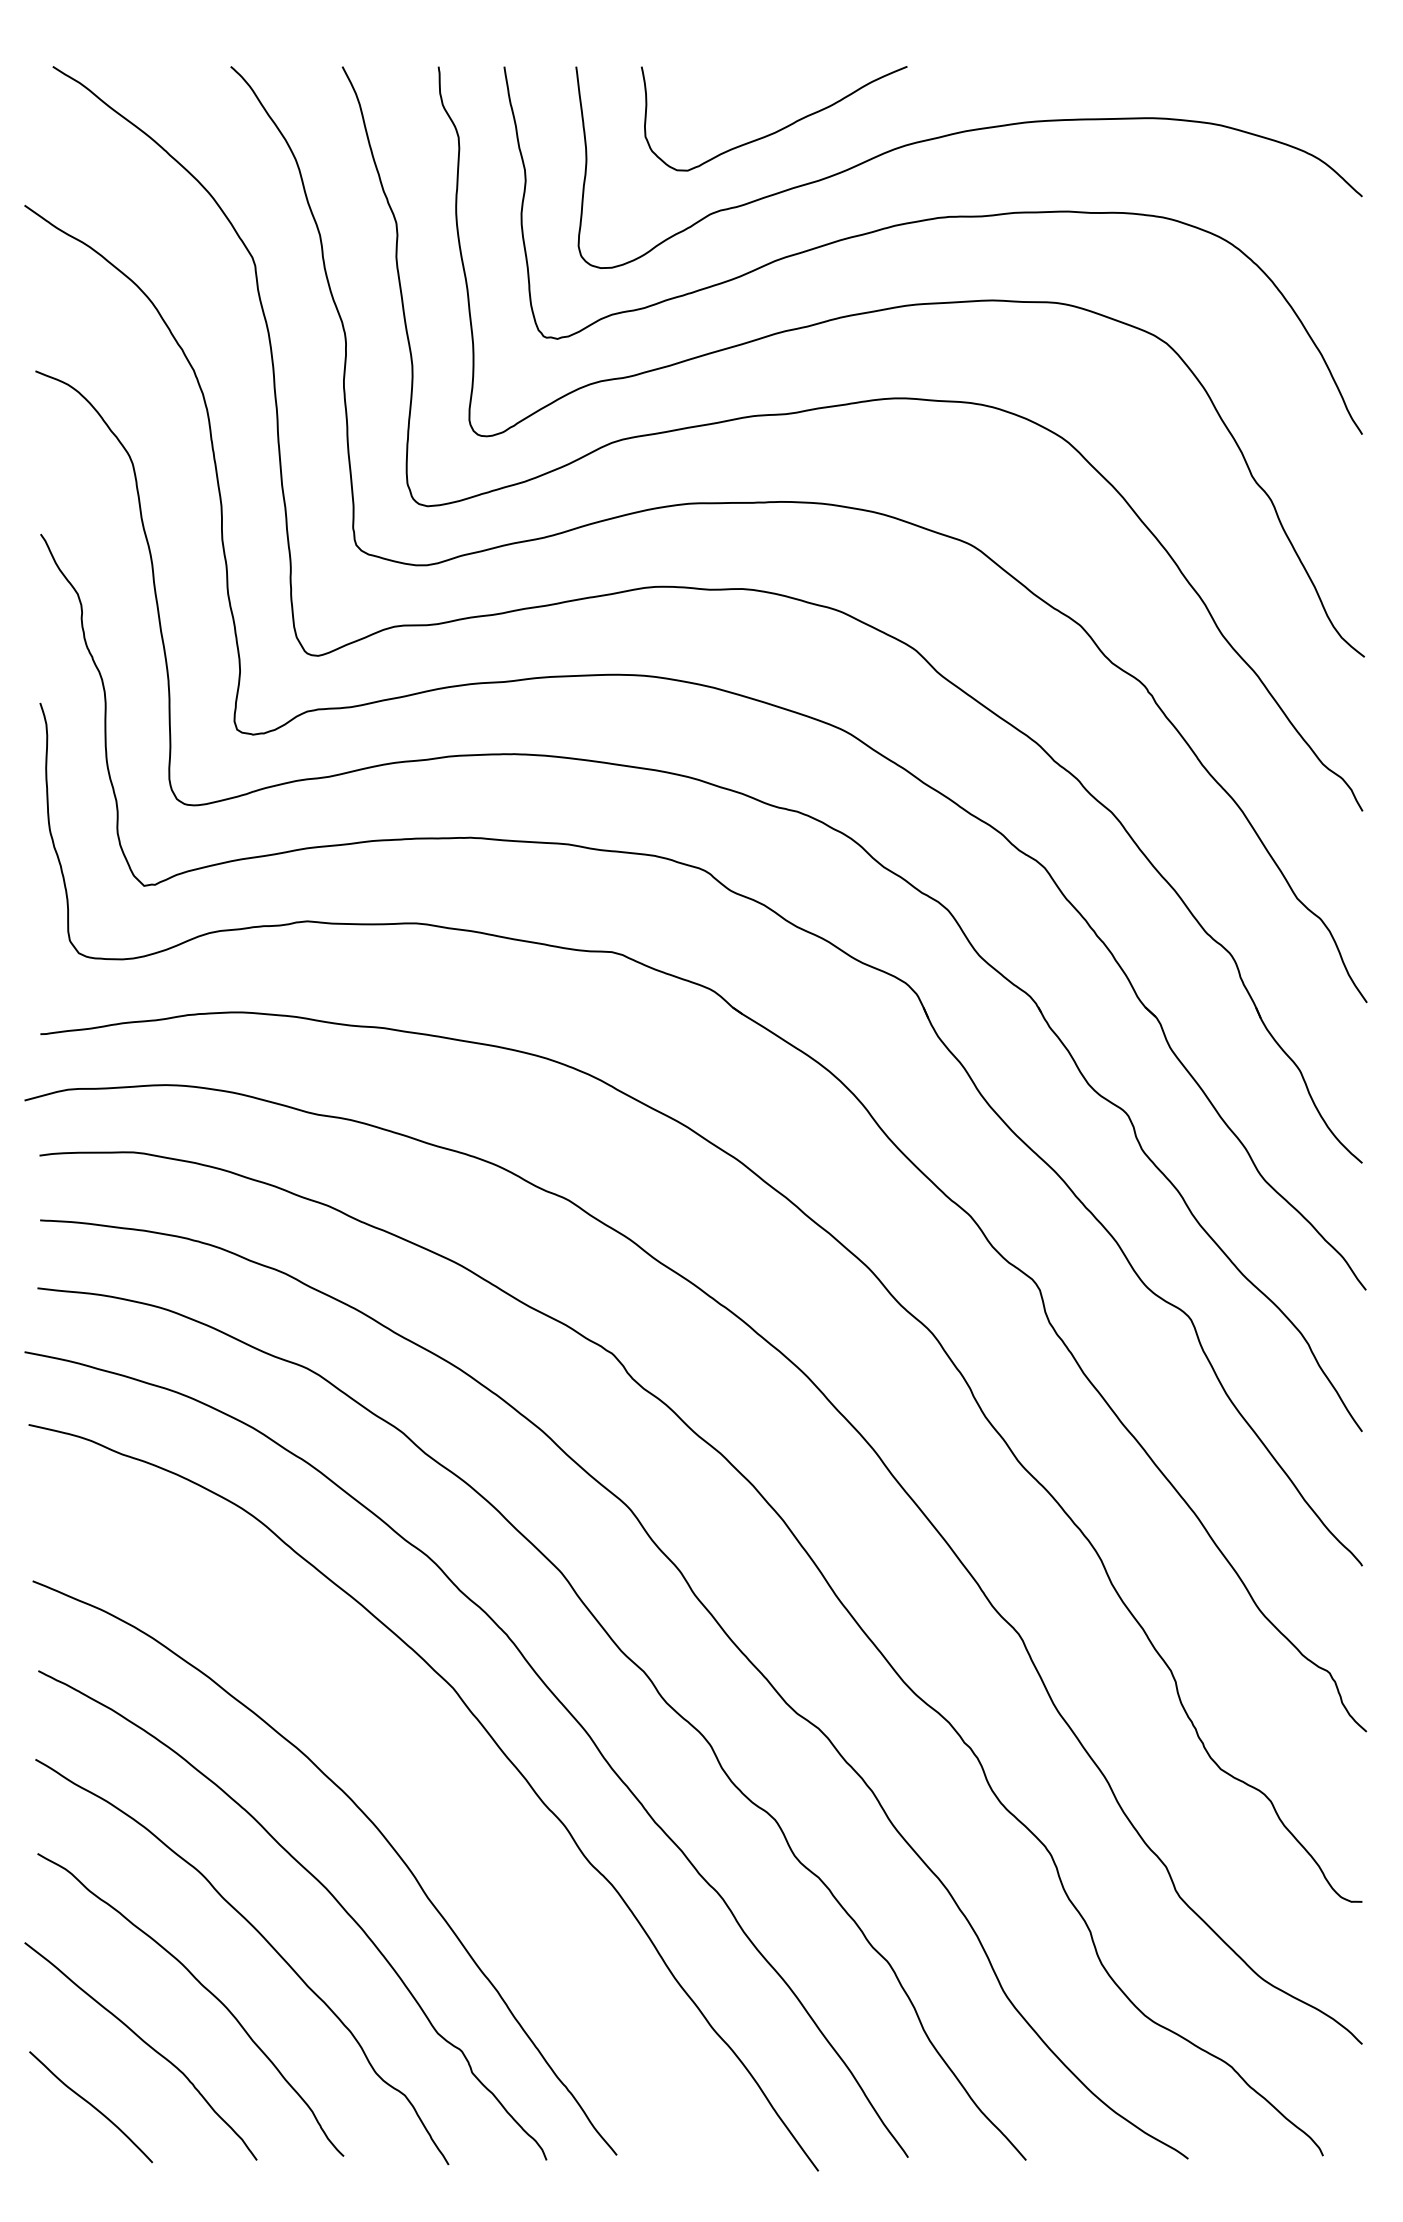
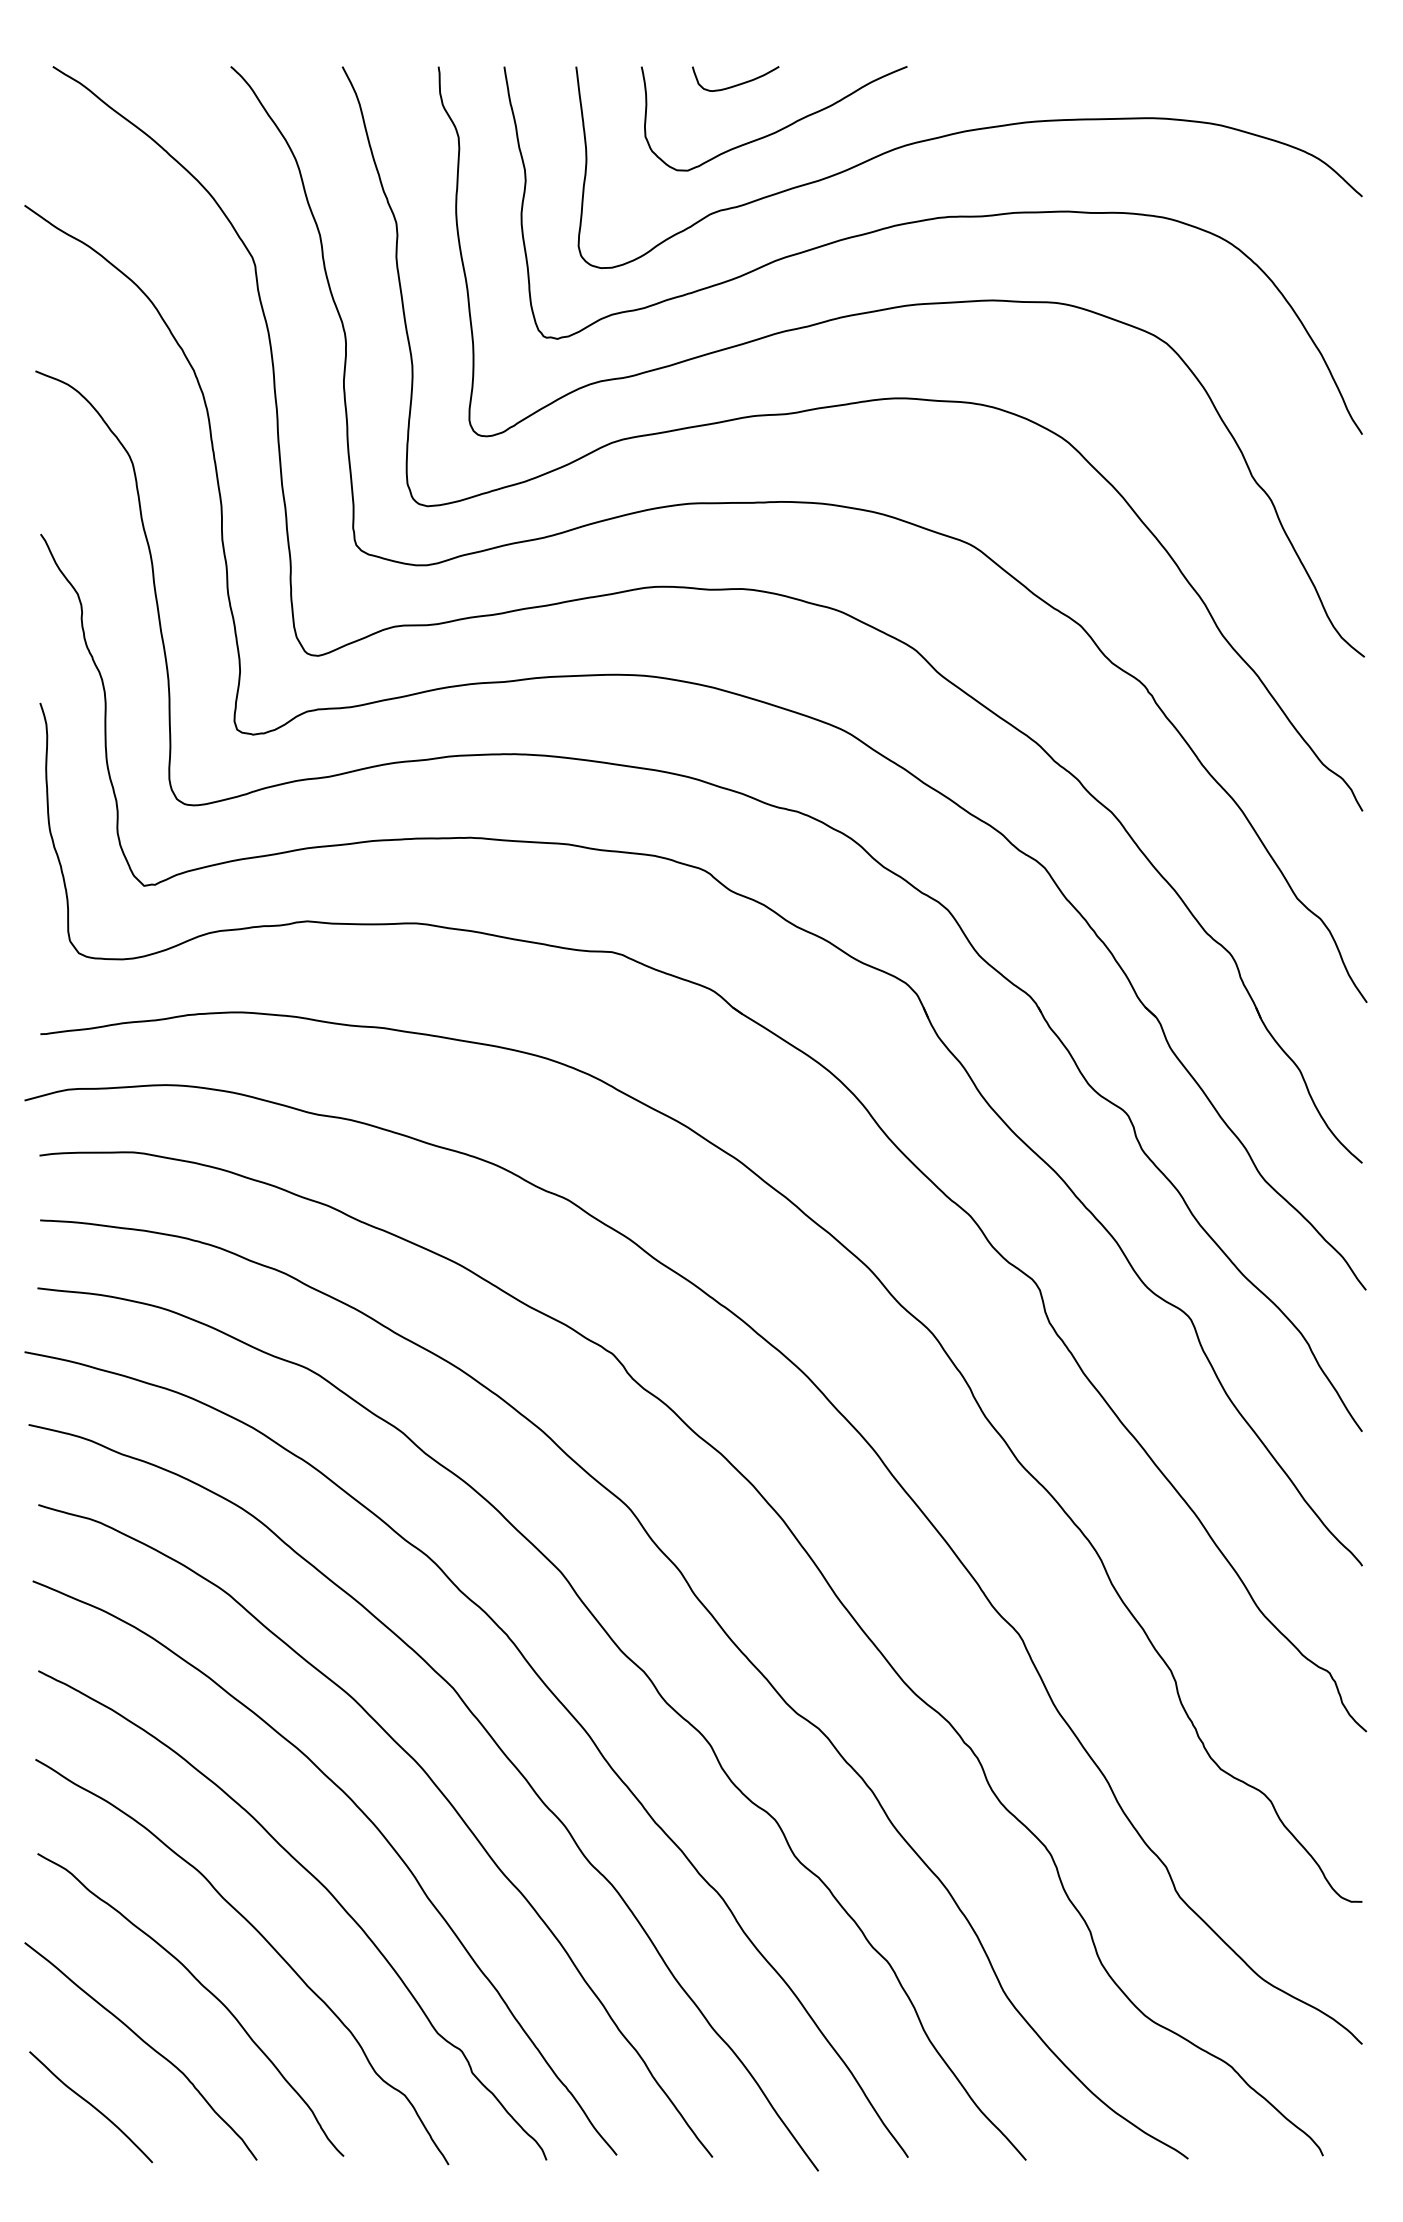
curve at (735, 84): none -> present
curve at (433, 1784): none -> present
